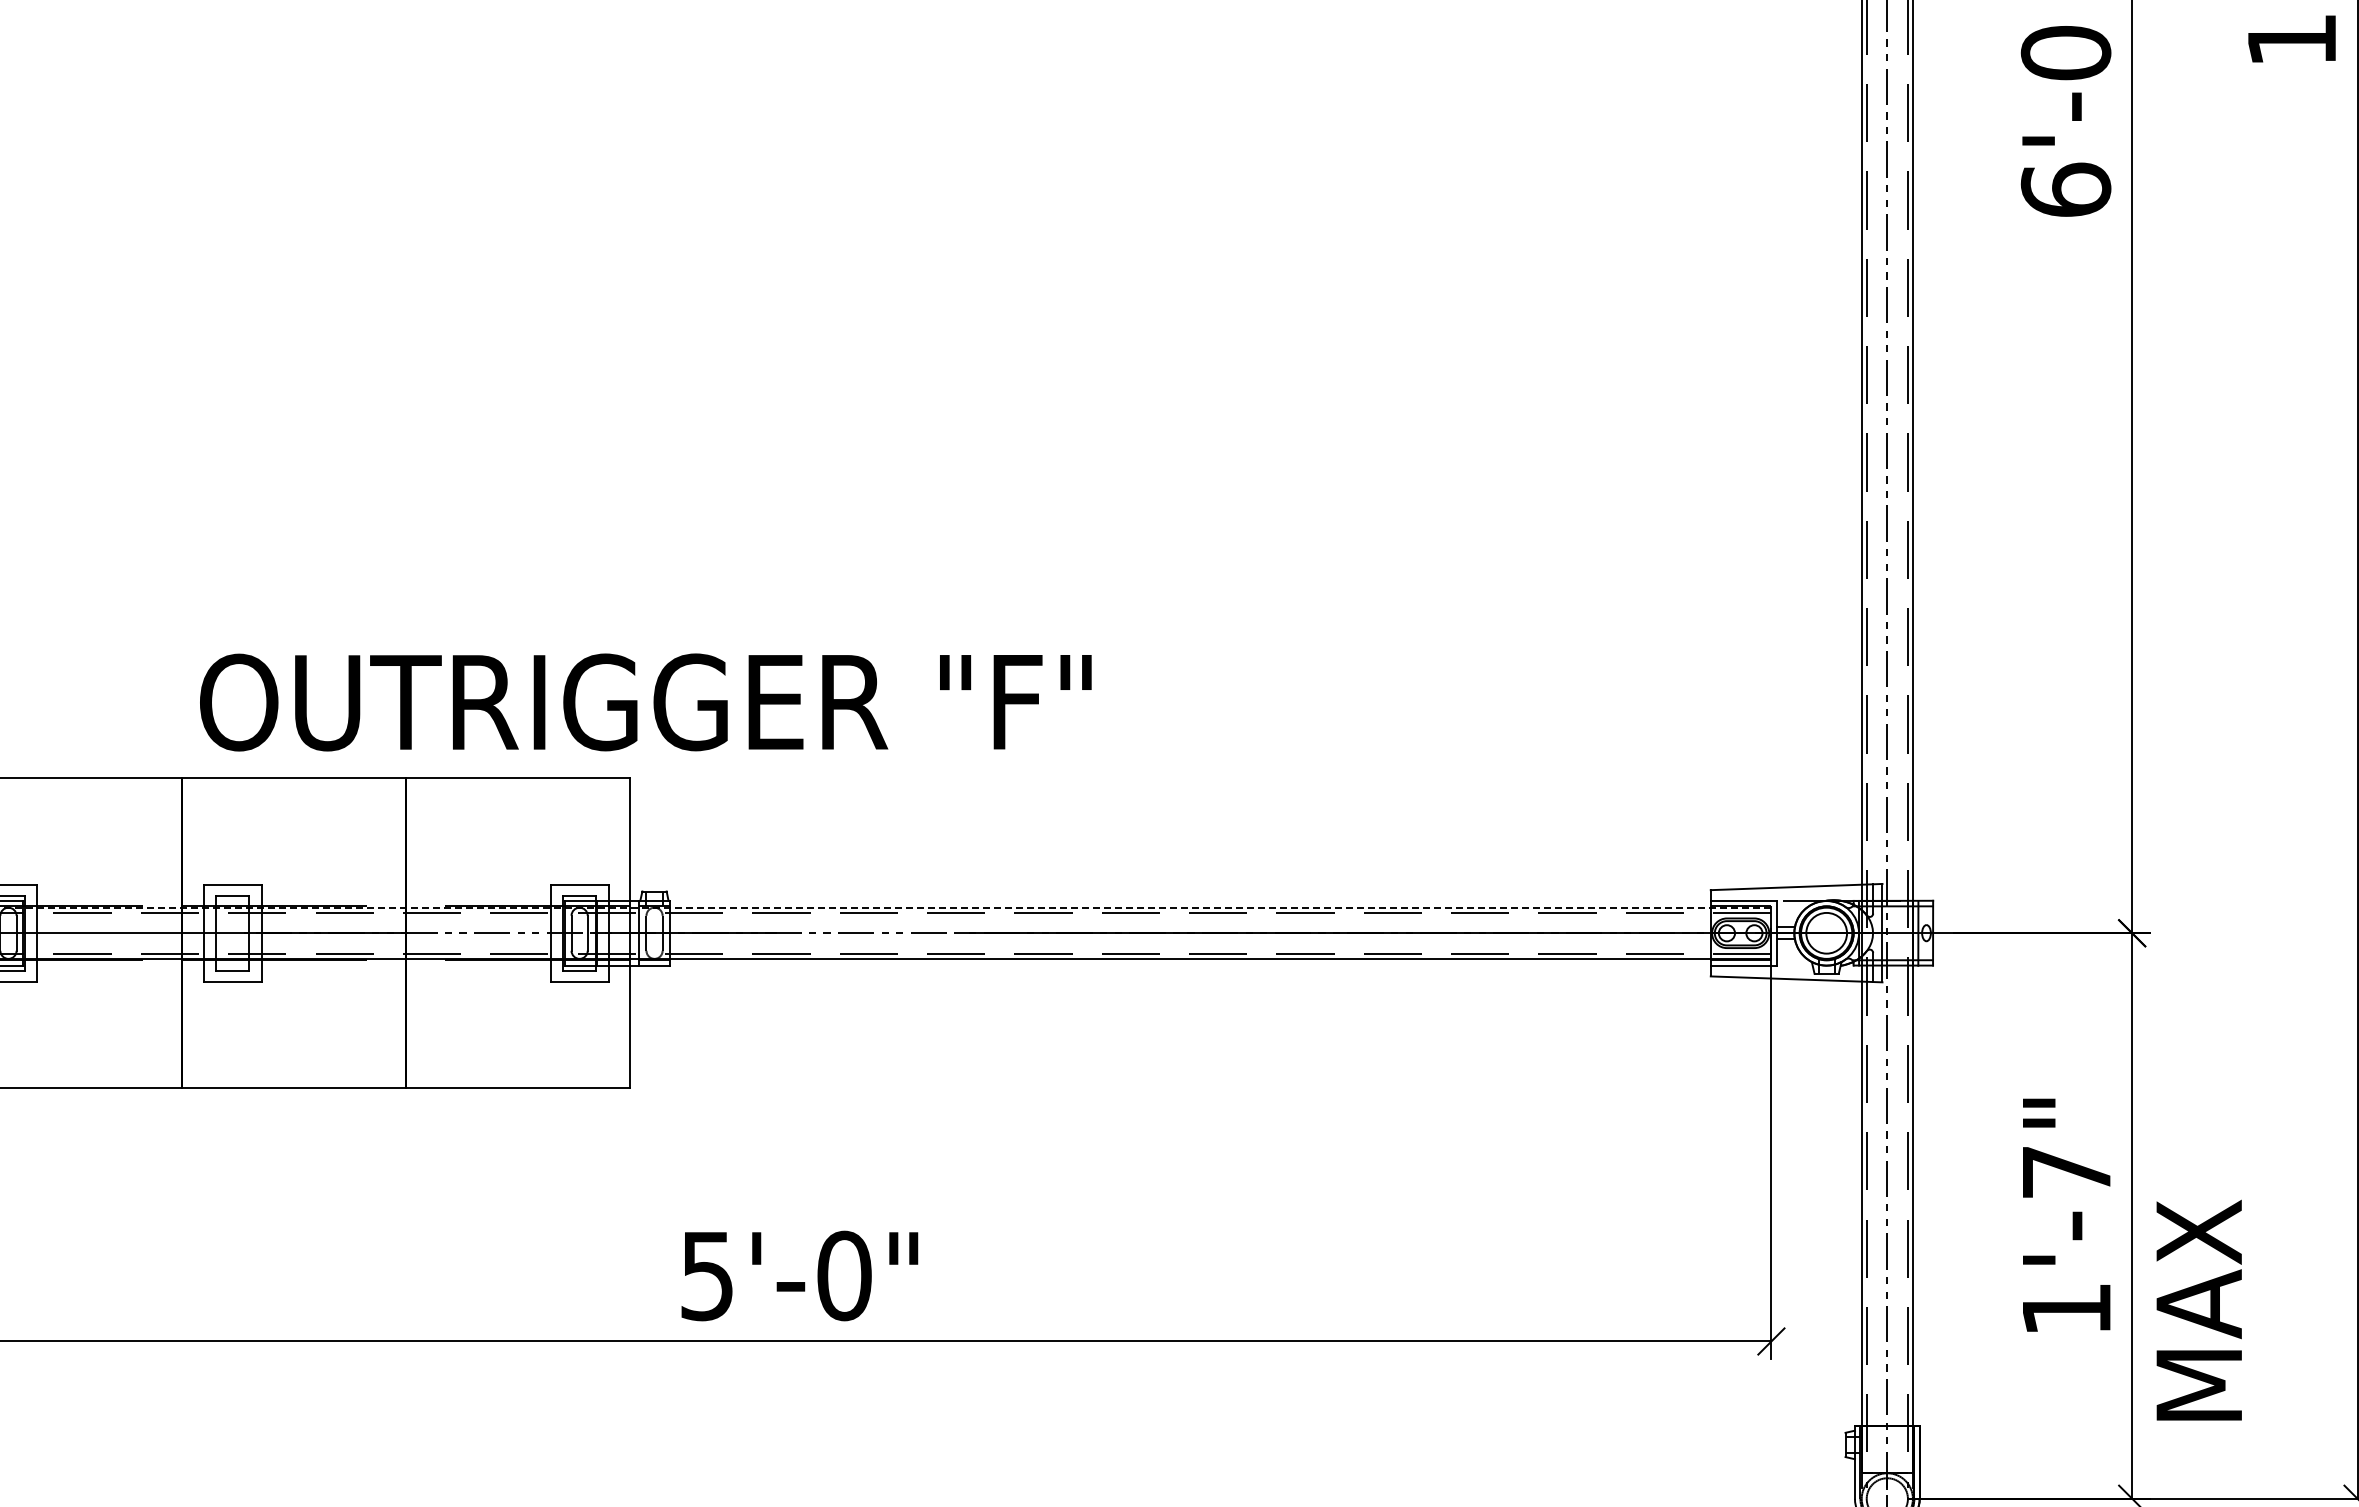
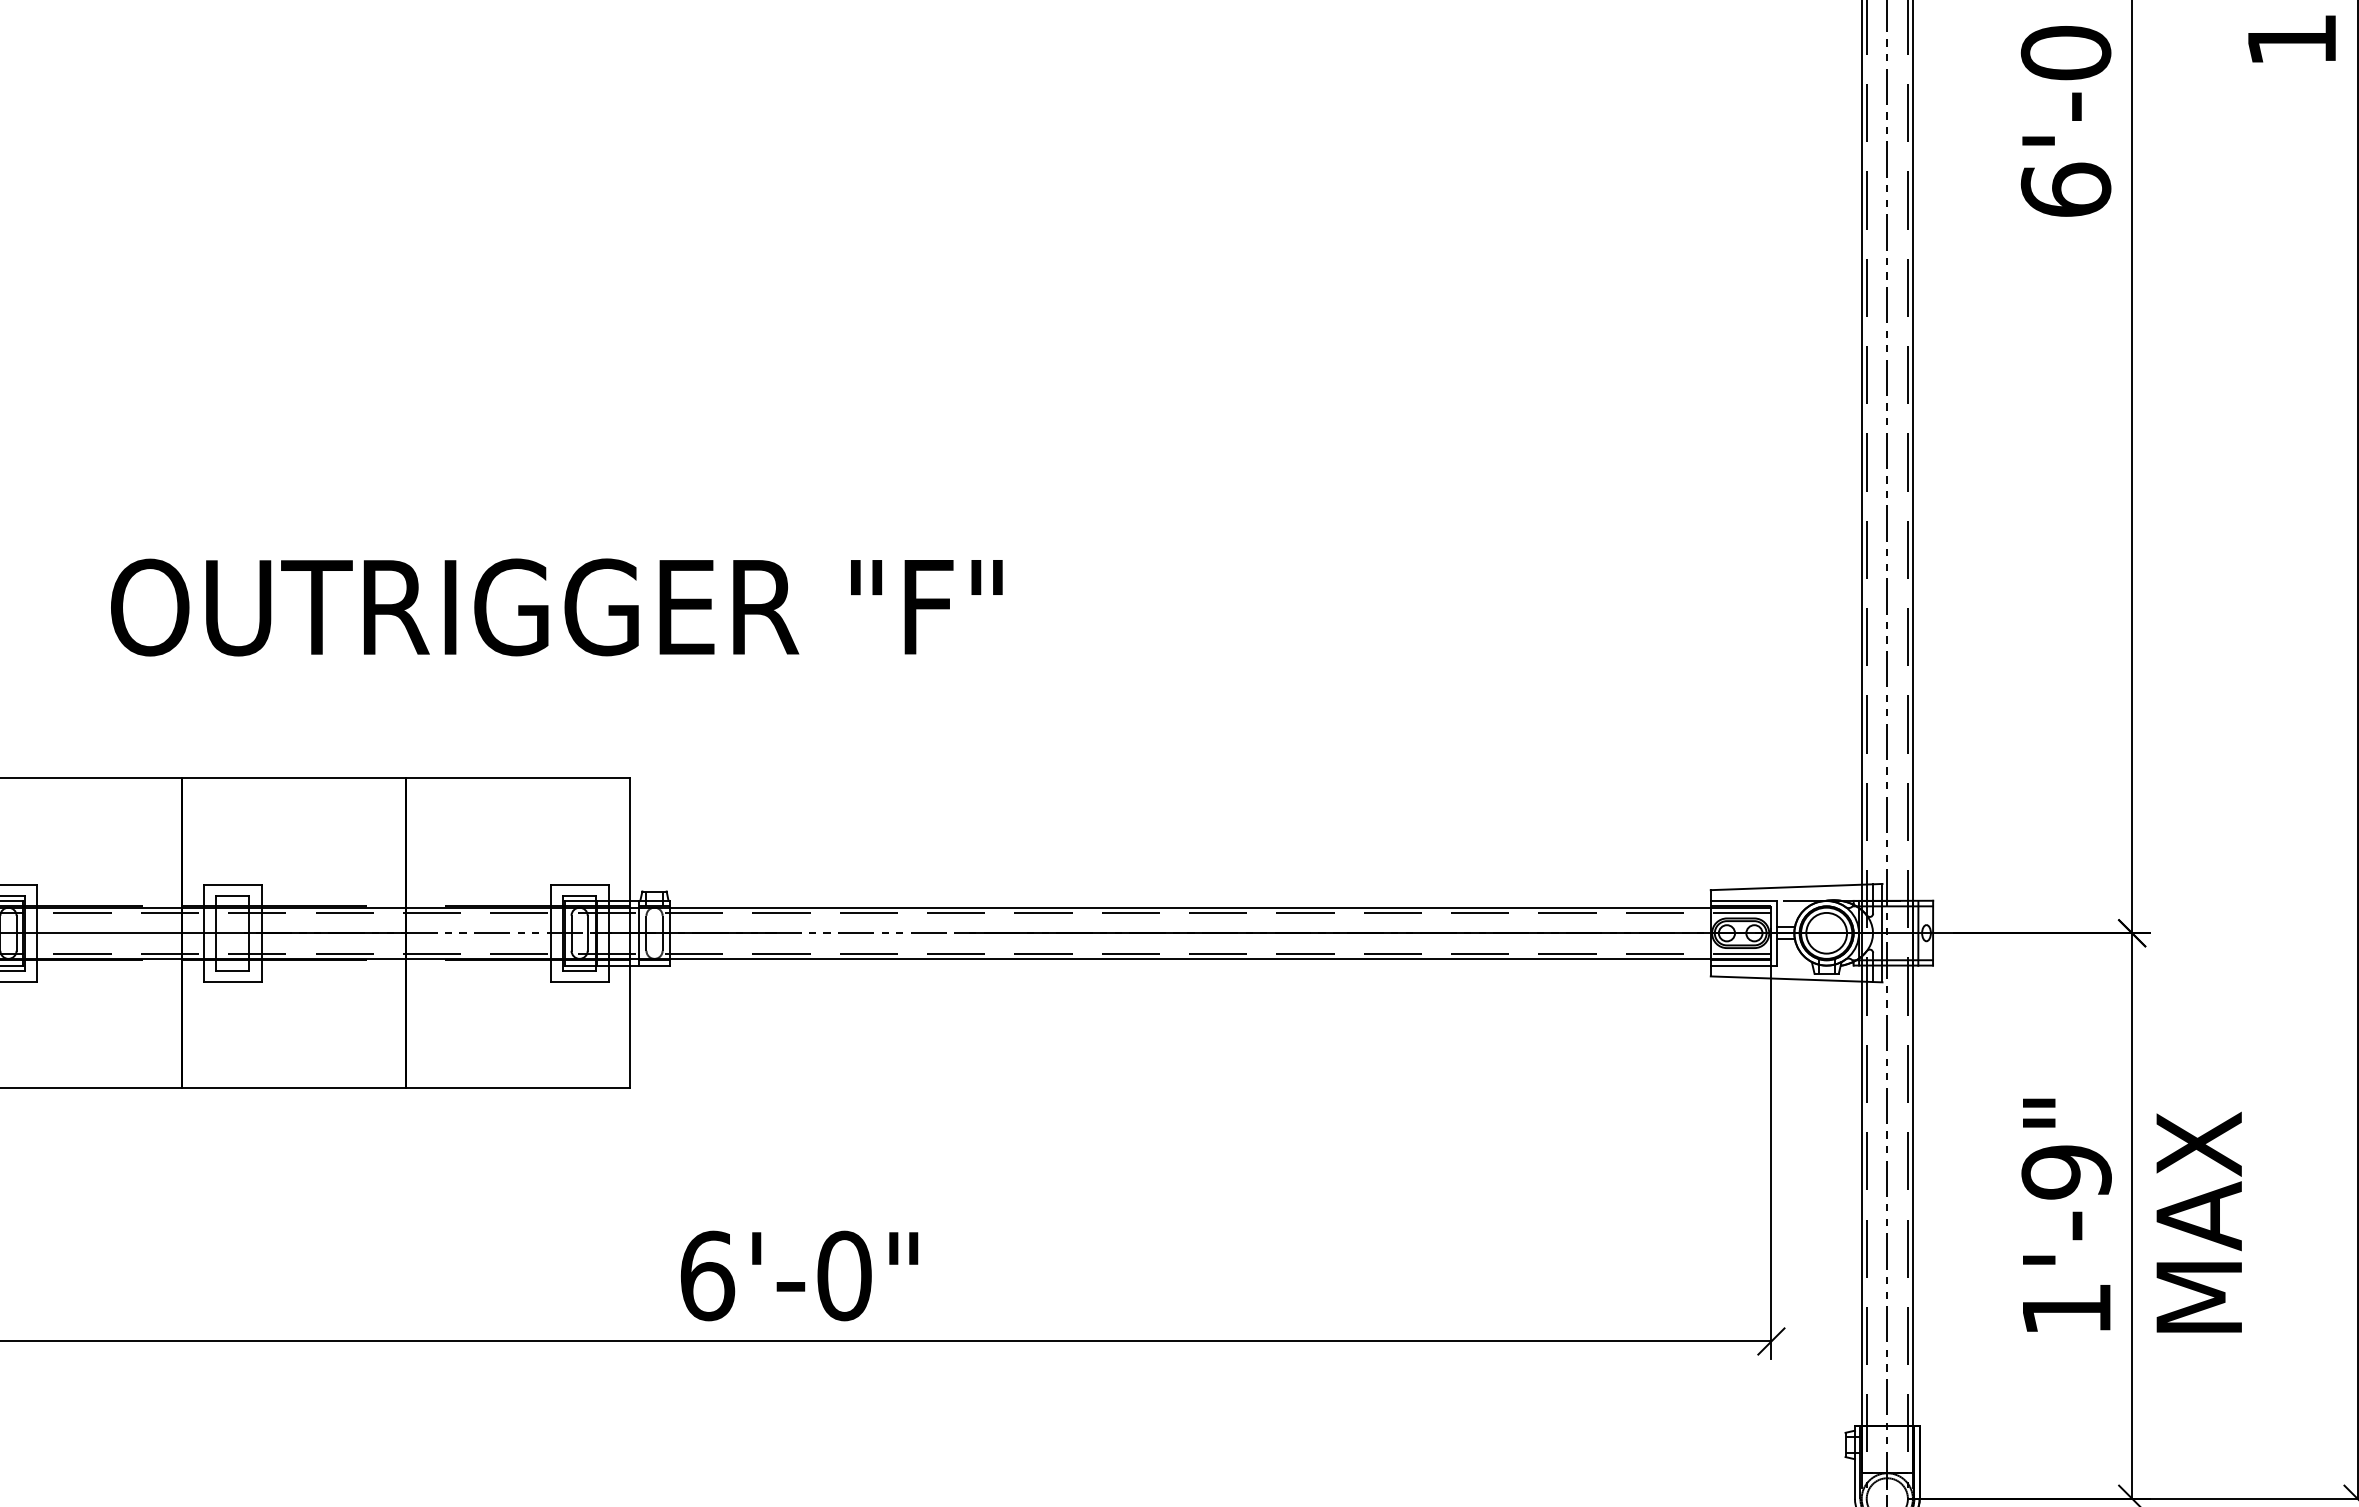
text at (645, 702) position: (645, 702) -> (556, 607)
line at (885, 907): dashed -> solid
text at (2066, 1172): 1'-7" -> 1'-9"
text at (707, 1275): 5'-0" -> 6'-0"
text at (2198, 1309) position: (2198, 1309) -> (2198, 1221)
